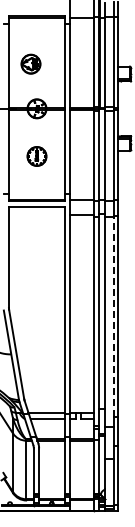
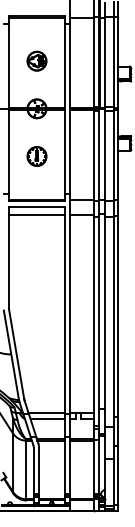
part at (30, 63) position: (30, 63) -> (36, 60)
line at (36, 215): none -> present
line at (113, 316): dashed -> solid
